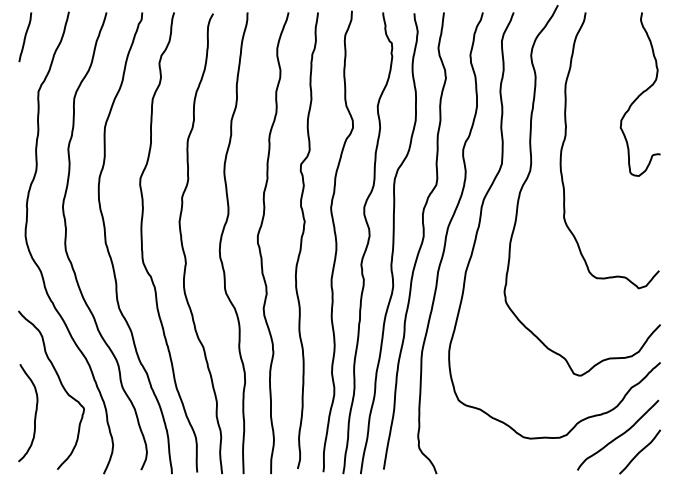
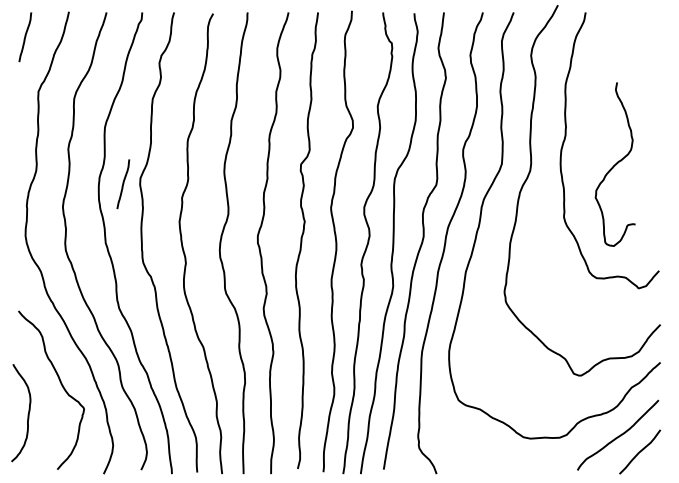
curve at (639, 94) position: (639, 94) -> (614, 164)
curve at (123, 184): none -> present
curve at (34, 414) position: (34, 414) -> (27, 414)
